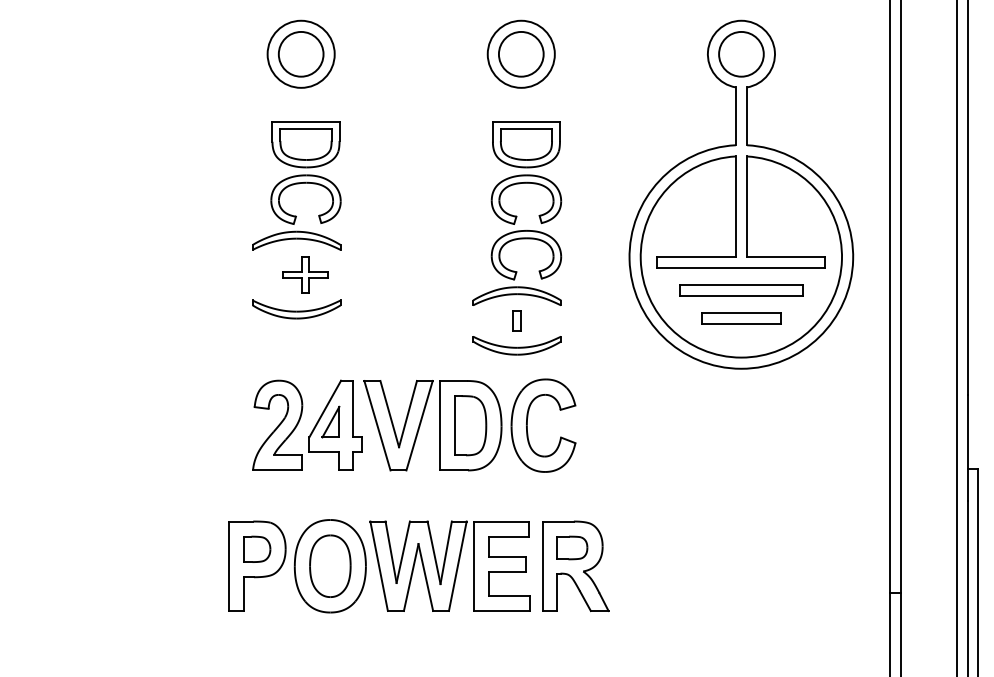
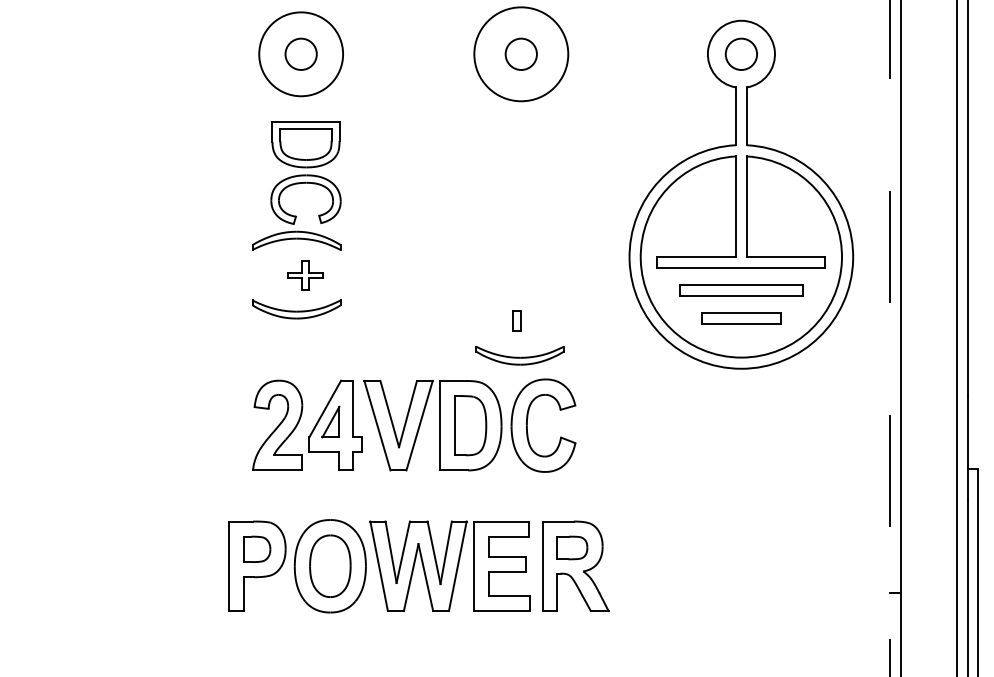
circle at (300, 53) diameter: 45 px -> 31 px
circle at (300, 53) diameter: 67 px -> 84 px
circle at (520, 53) diameter: 45 px -> 31 px
circle at (520, 53) diameter: 67 px -> 94 px
circle at (741, 53) diameter: 45 px -> 31 px
part at (517, 213): present -> none
part at (305, 274) size: 47x38 px -> 37x31 px
line at (889, 338): solid -> dashed
part at (516, 345) position: (516, 345) -> (519, 355)
